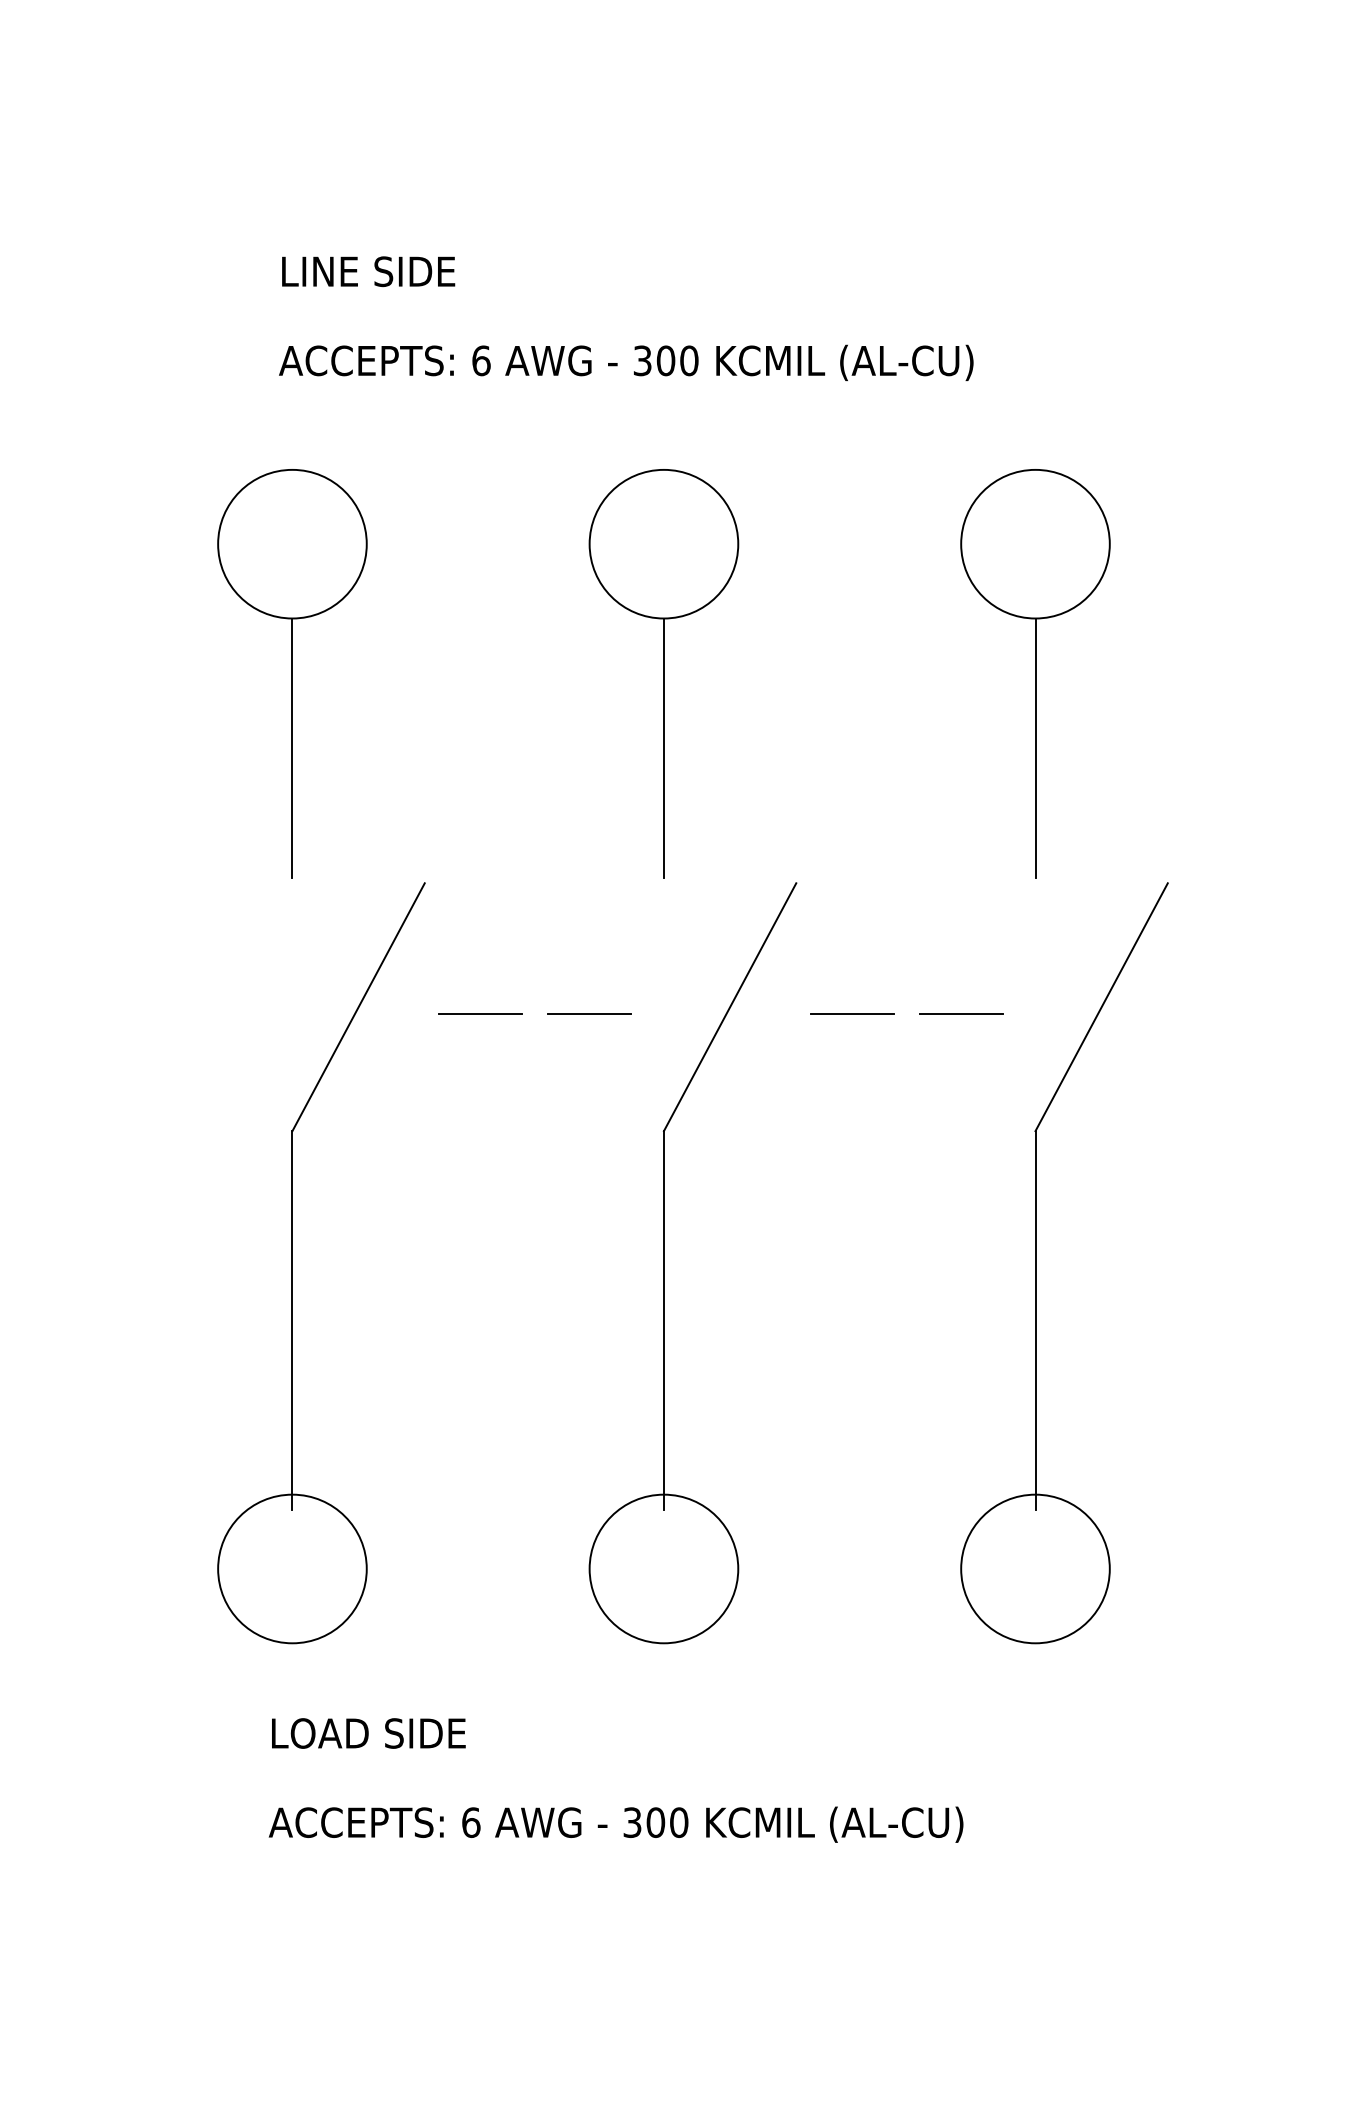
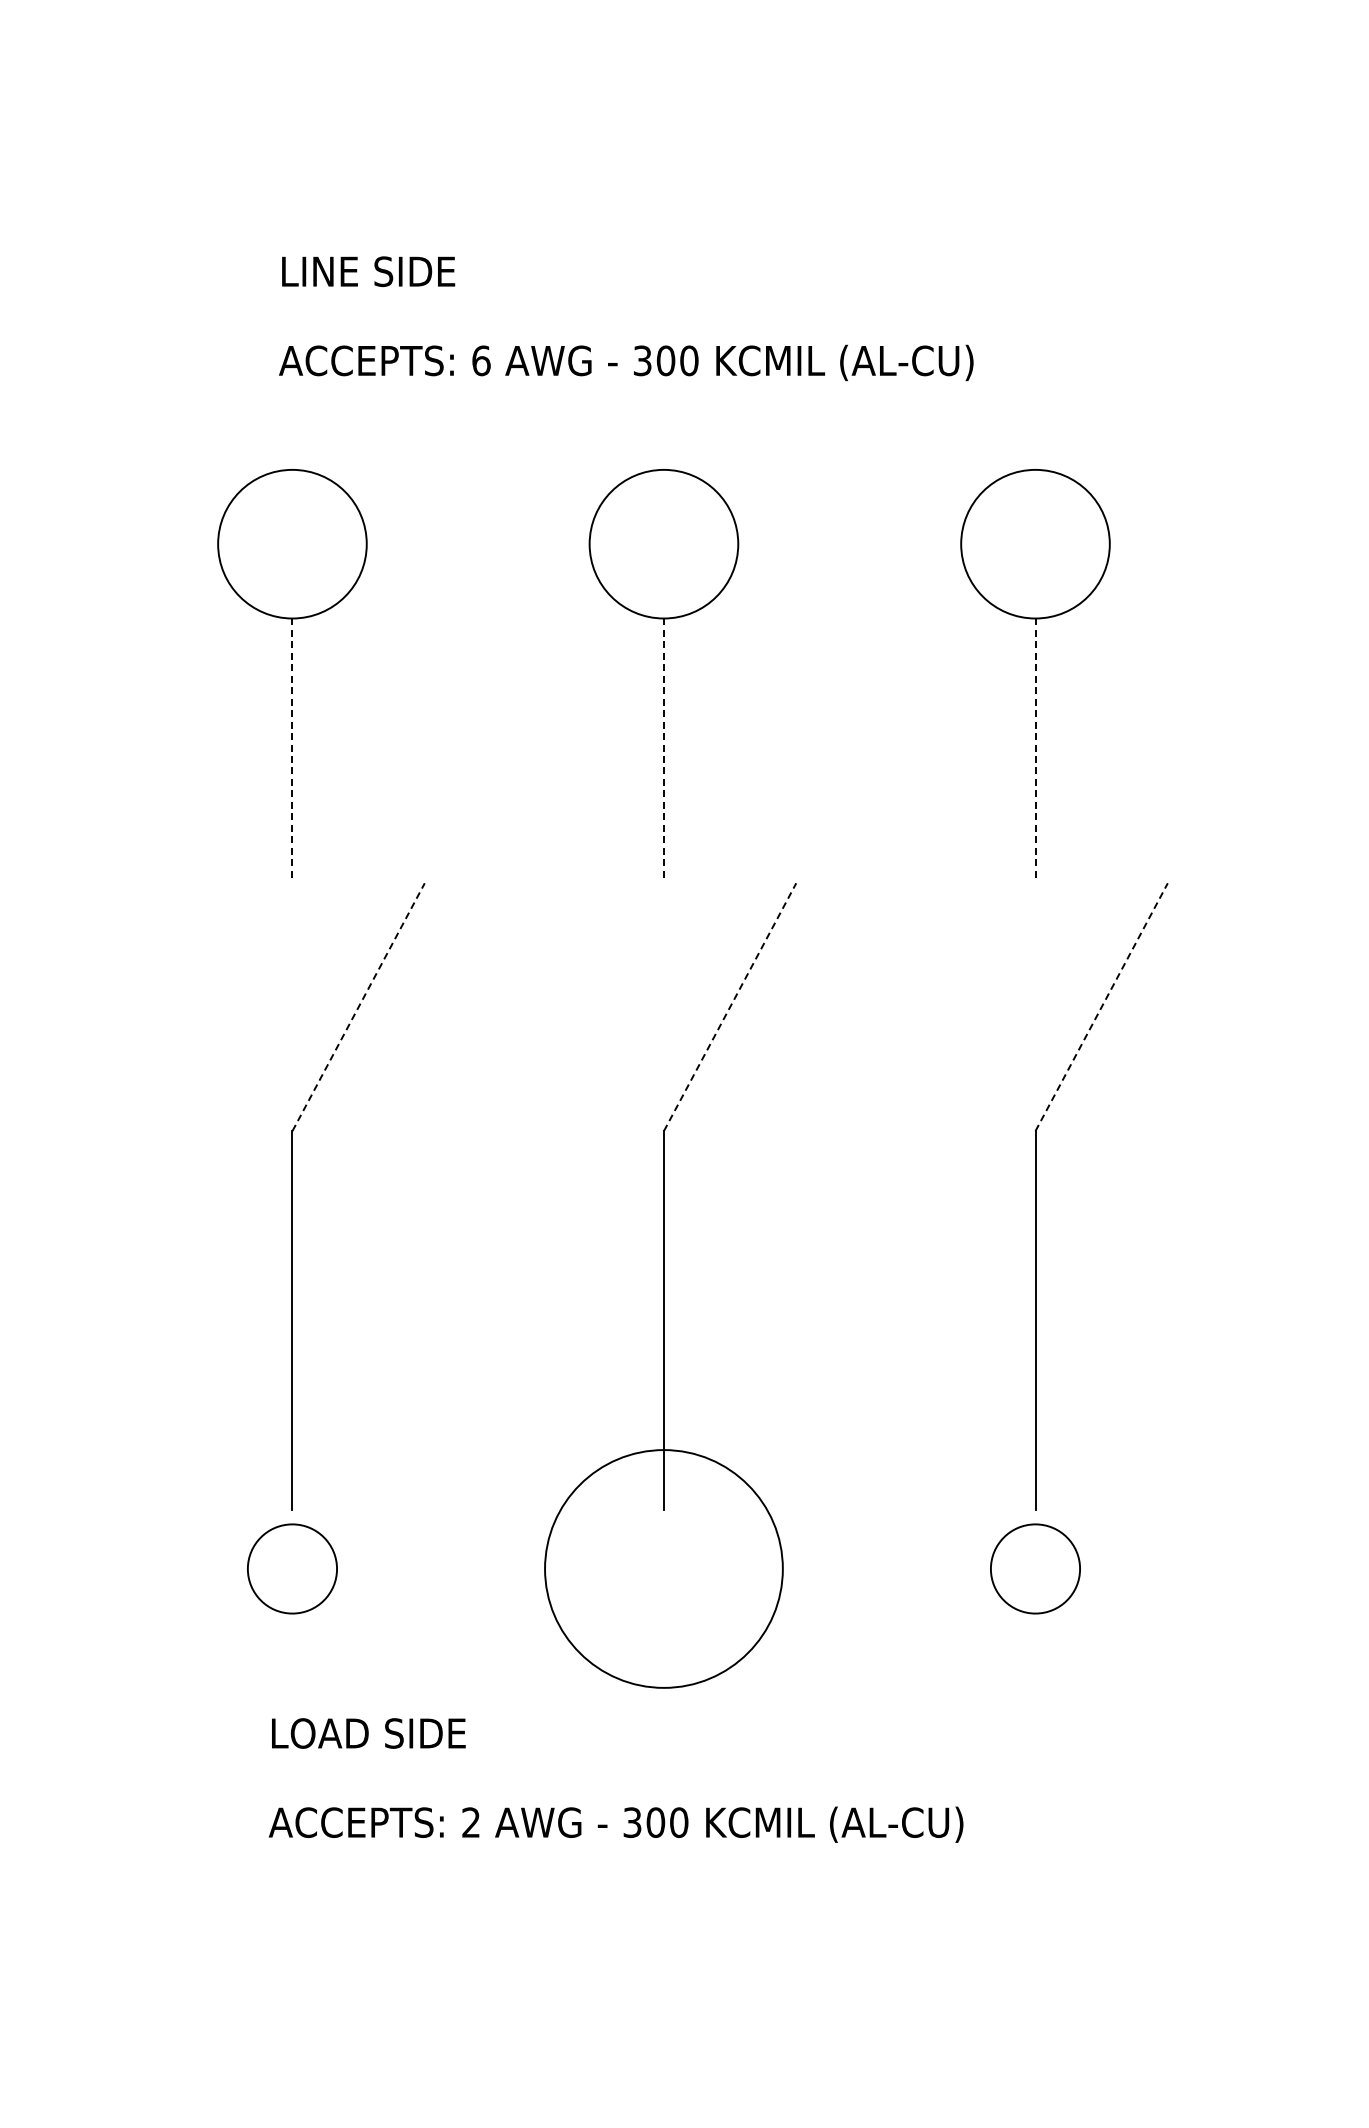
line at (292, 748): solid -> dashed
line at (663, 748): solid -> dashed
line at (1035, 748): solid -> dashed
line at (358, 1006): solid -> dashed
line at (730, 1006): solid -> dashed
line at (1101, 1006): solid -> dashed
line at (852, 1013): present -> none
line at (480, 1014): present -> none
line at (589, 1014): present -> none
line at (960, 1014): present -> none
circle at (292, 1568) diameter: 149 px -> 89 px
circle at (663, 1568) diameter: 149 px -> 238 px
circle at (1035, 1568) diameter: 149 px -> 89 px
text at (471, 1822): 6 -> 2
